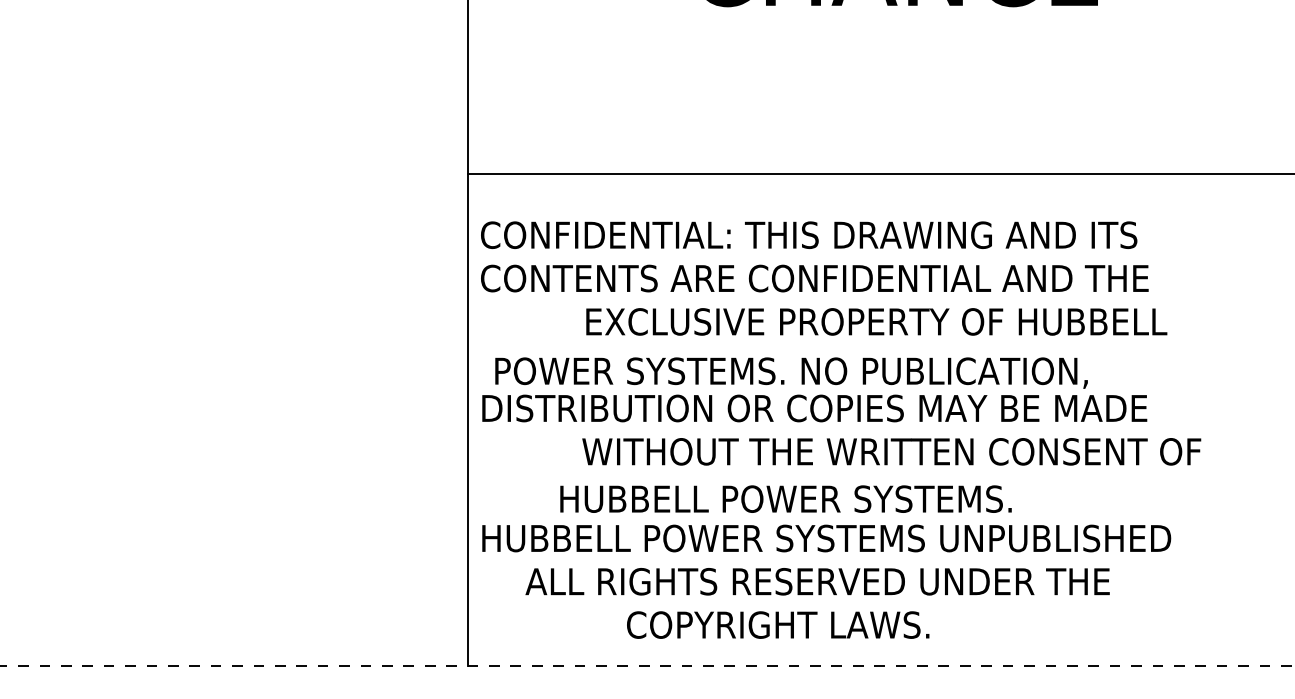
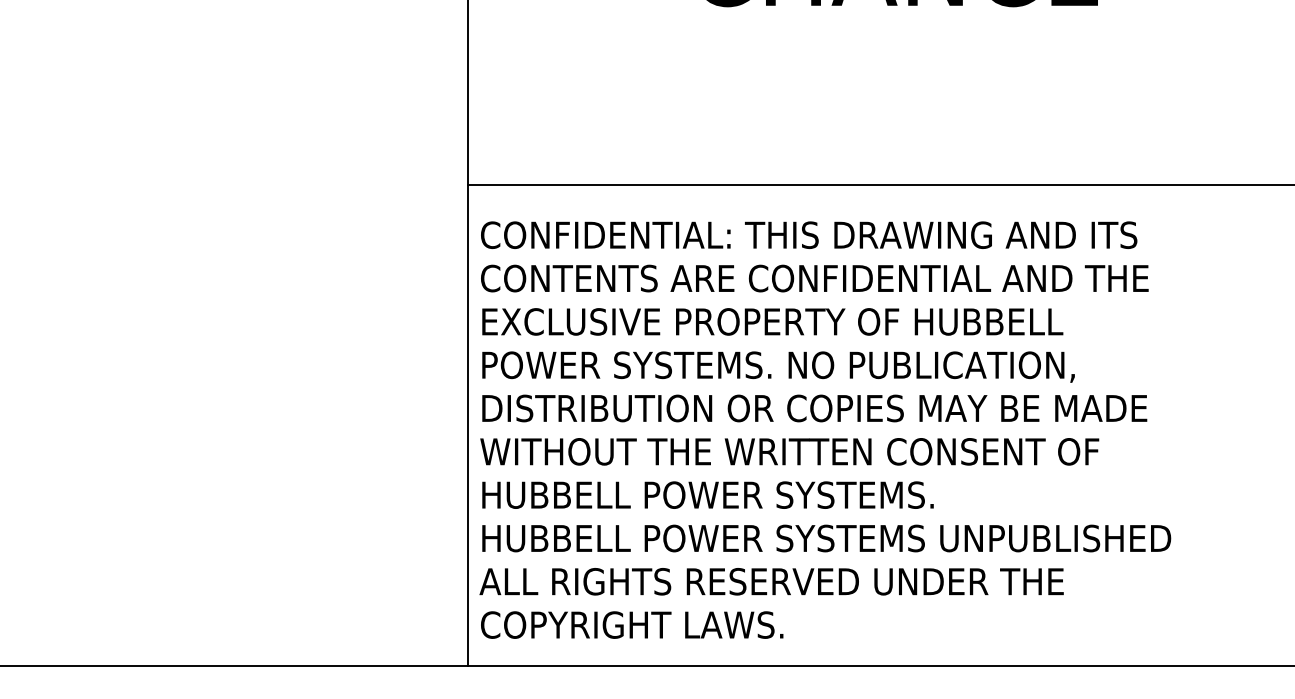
line at (879, 173) position: (879, 173) -> (879, 184)
text at (876, 321) position: (876, 321) -> (772, 321)
text at (791, 372) position: (791, 372) -> (778, 366)
text at (891, 451) position: (891, 451) -> (789, 451)
text at (785, 498) position: (785, 498) -> (707, 494)
text at (817, 581) position: (817, 581) -> (771, 581)
text at (778, 624) position: (778, 624) -> (632, 624)
line at (647, 666): dashed -> solid
